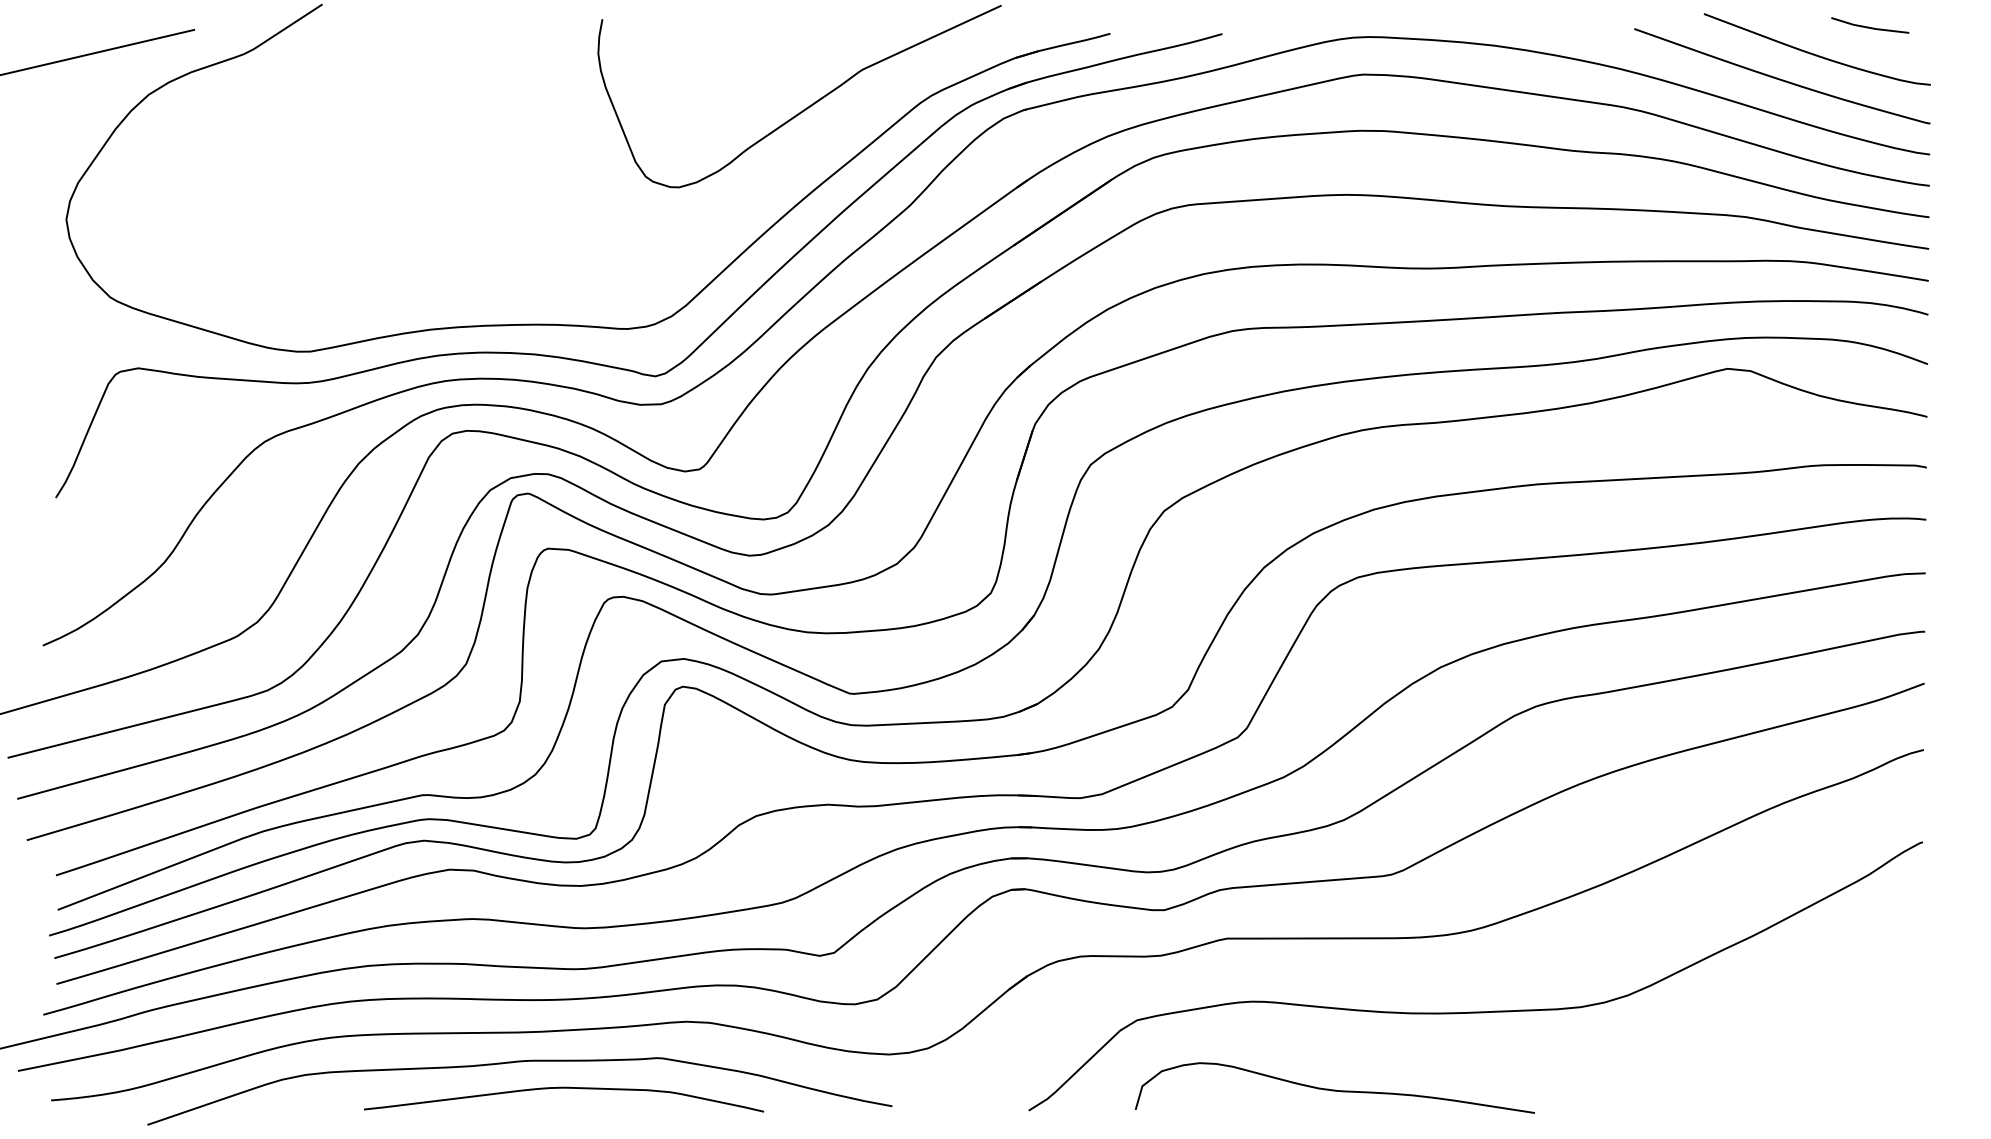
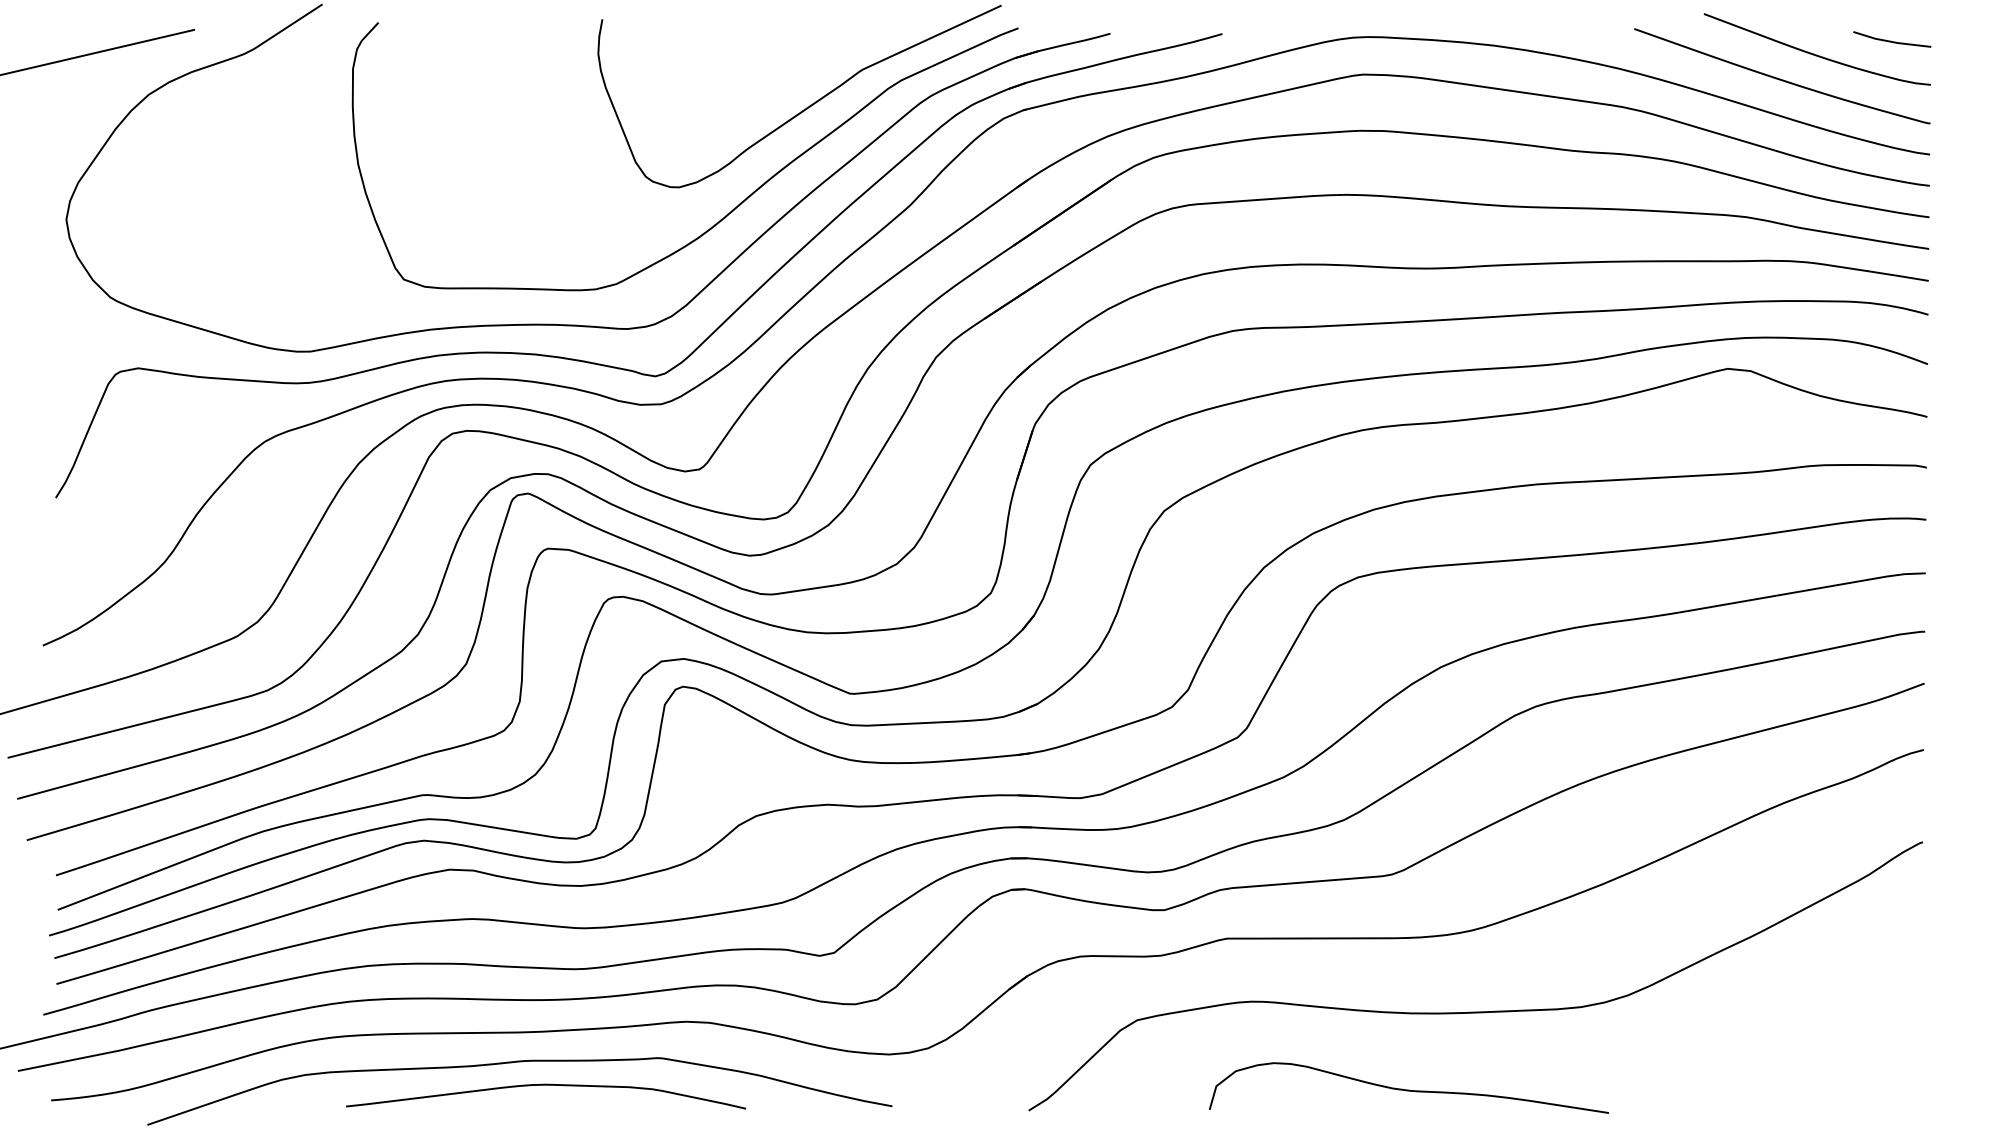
line at (1869, 26) position: (1869, 26) -> (1891, 40)
curve at (727, 213): none -> present
curve at (564, 1088) position: (564, 1088) -> (546, 1085)
curve at (1334, 1089) position: (1334, 1089) -> (1408, 1089)
